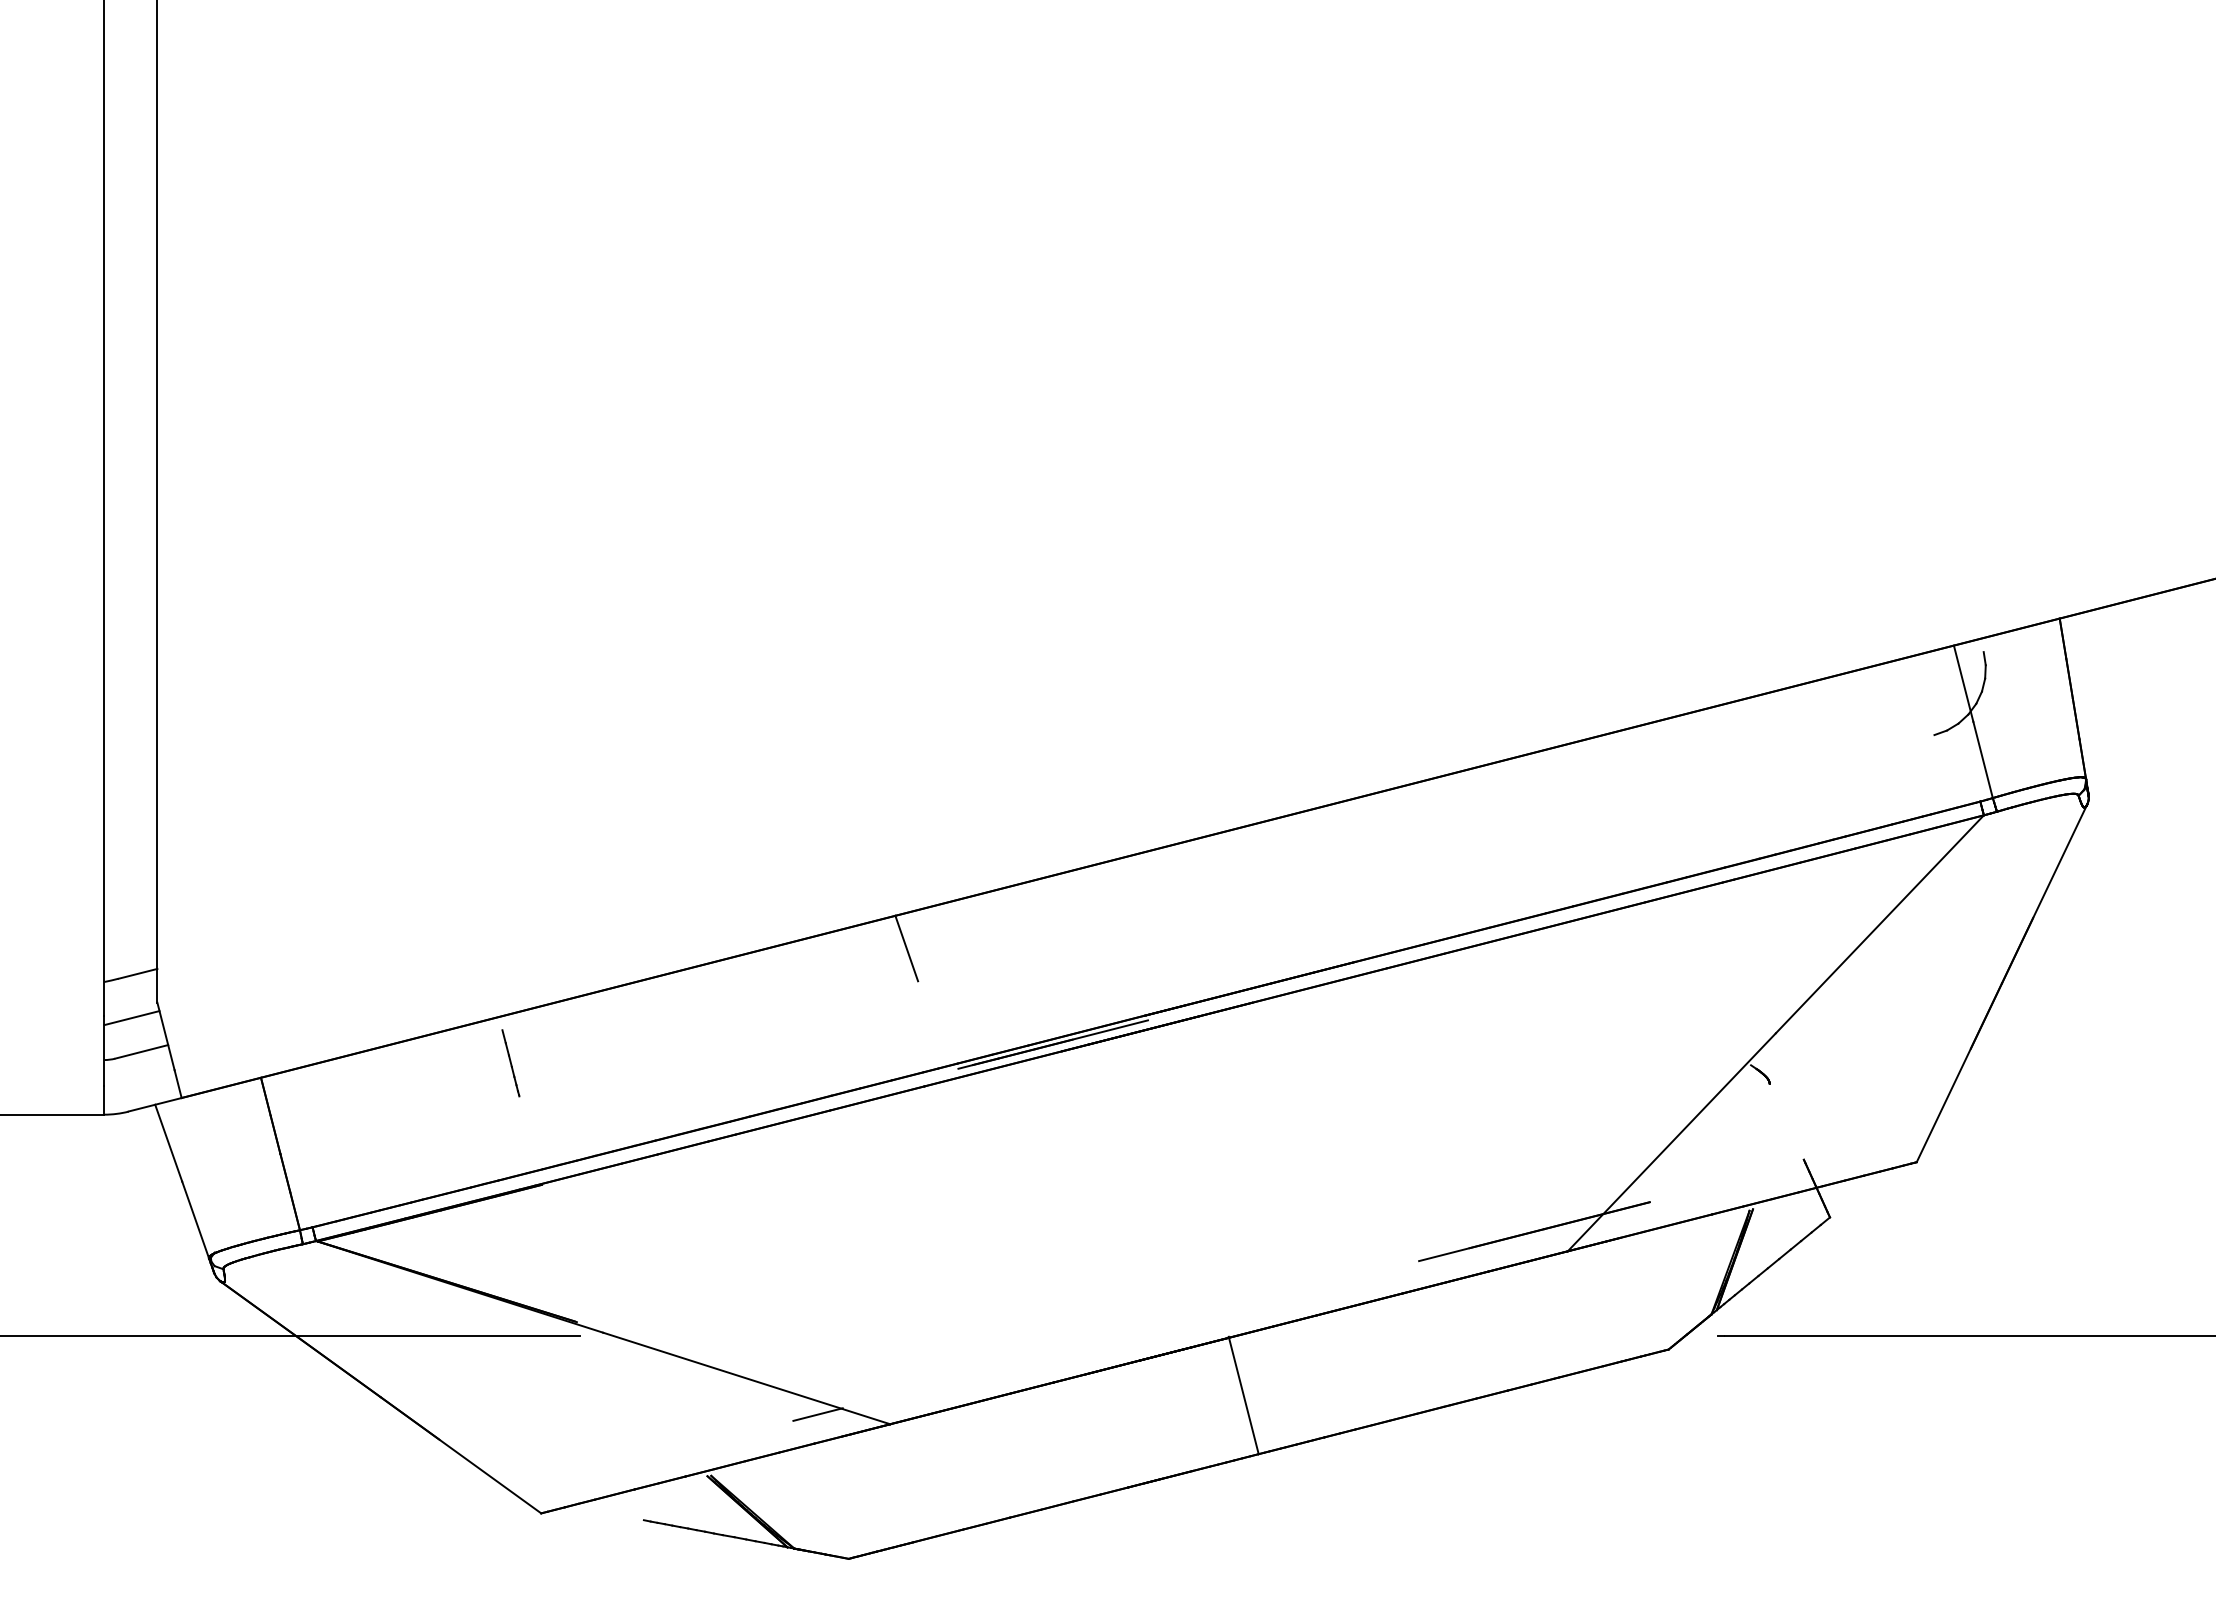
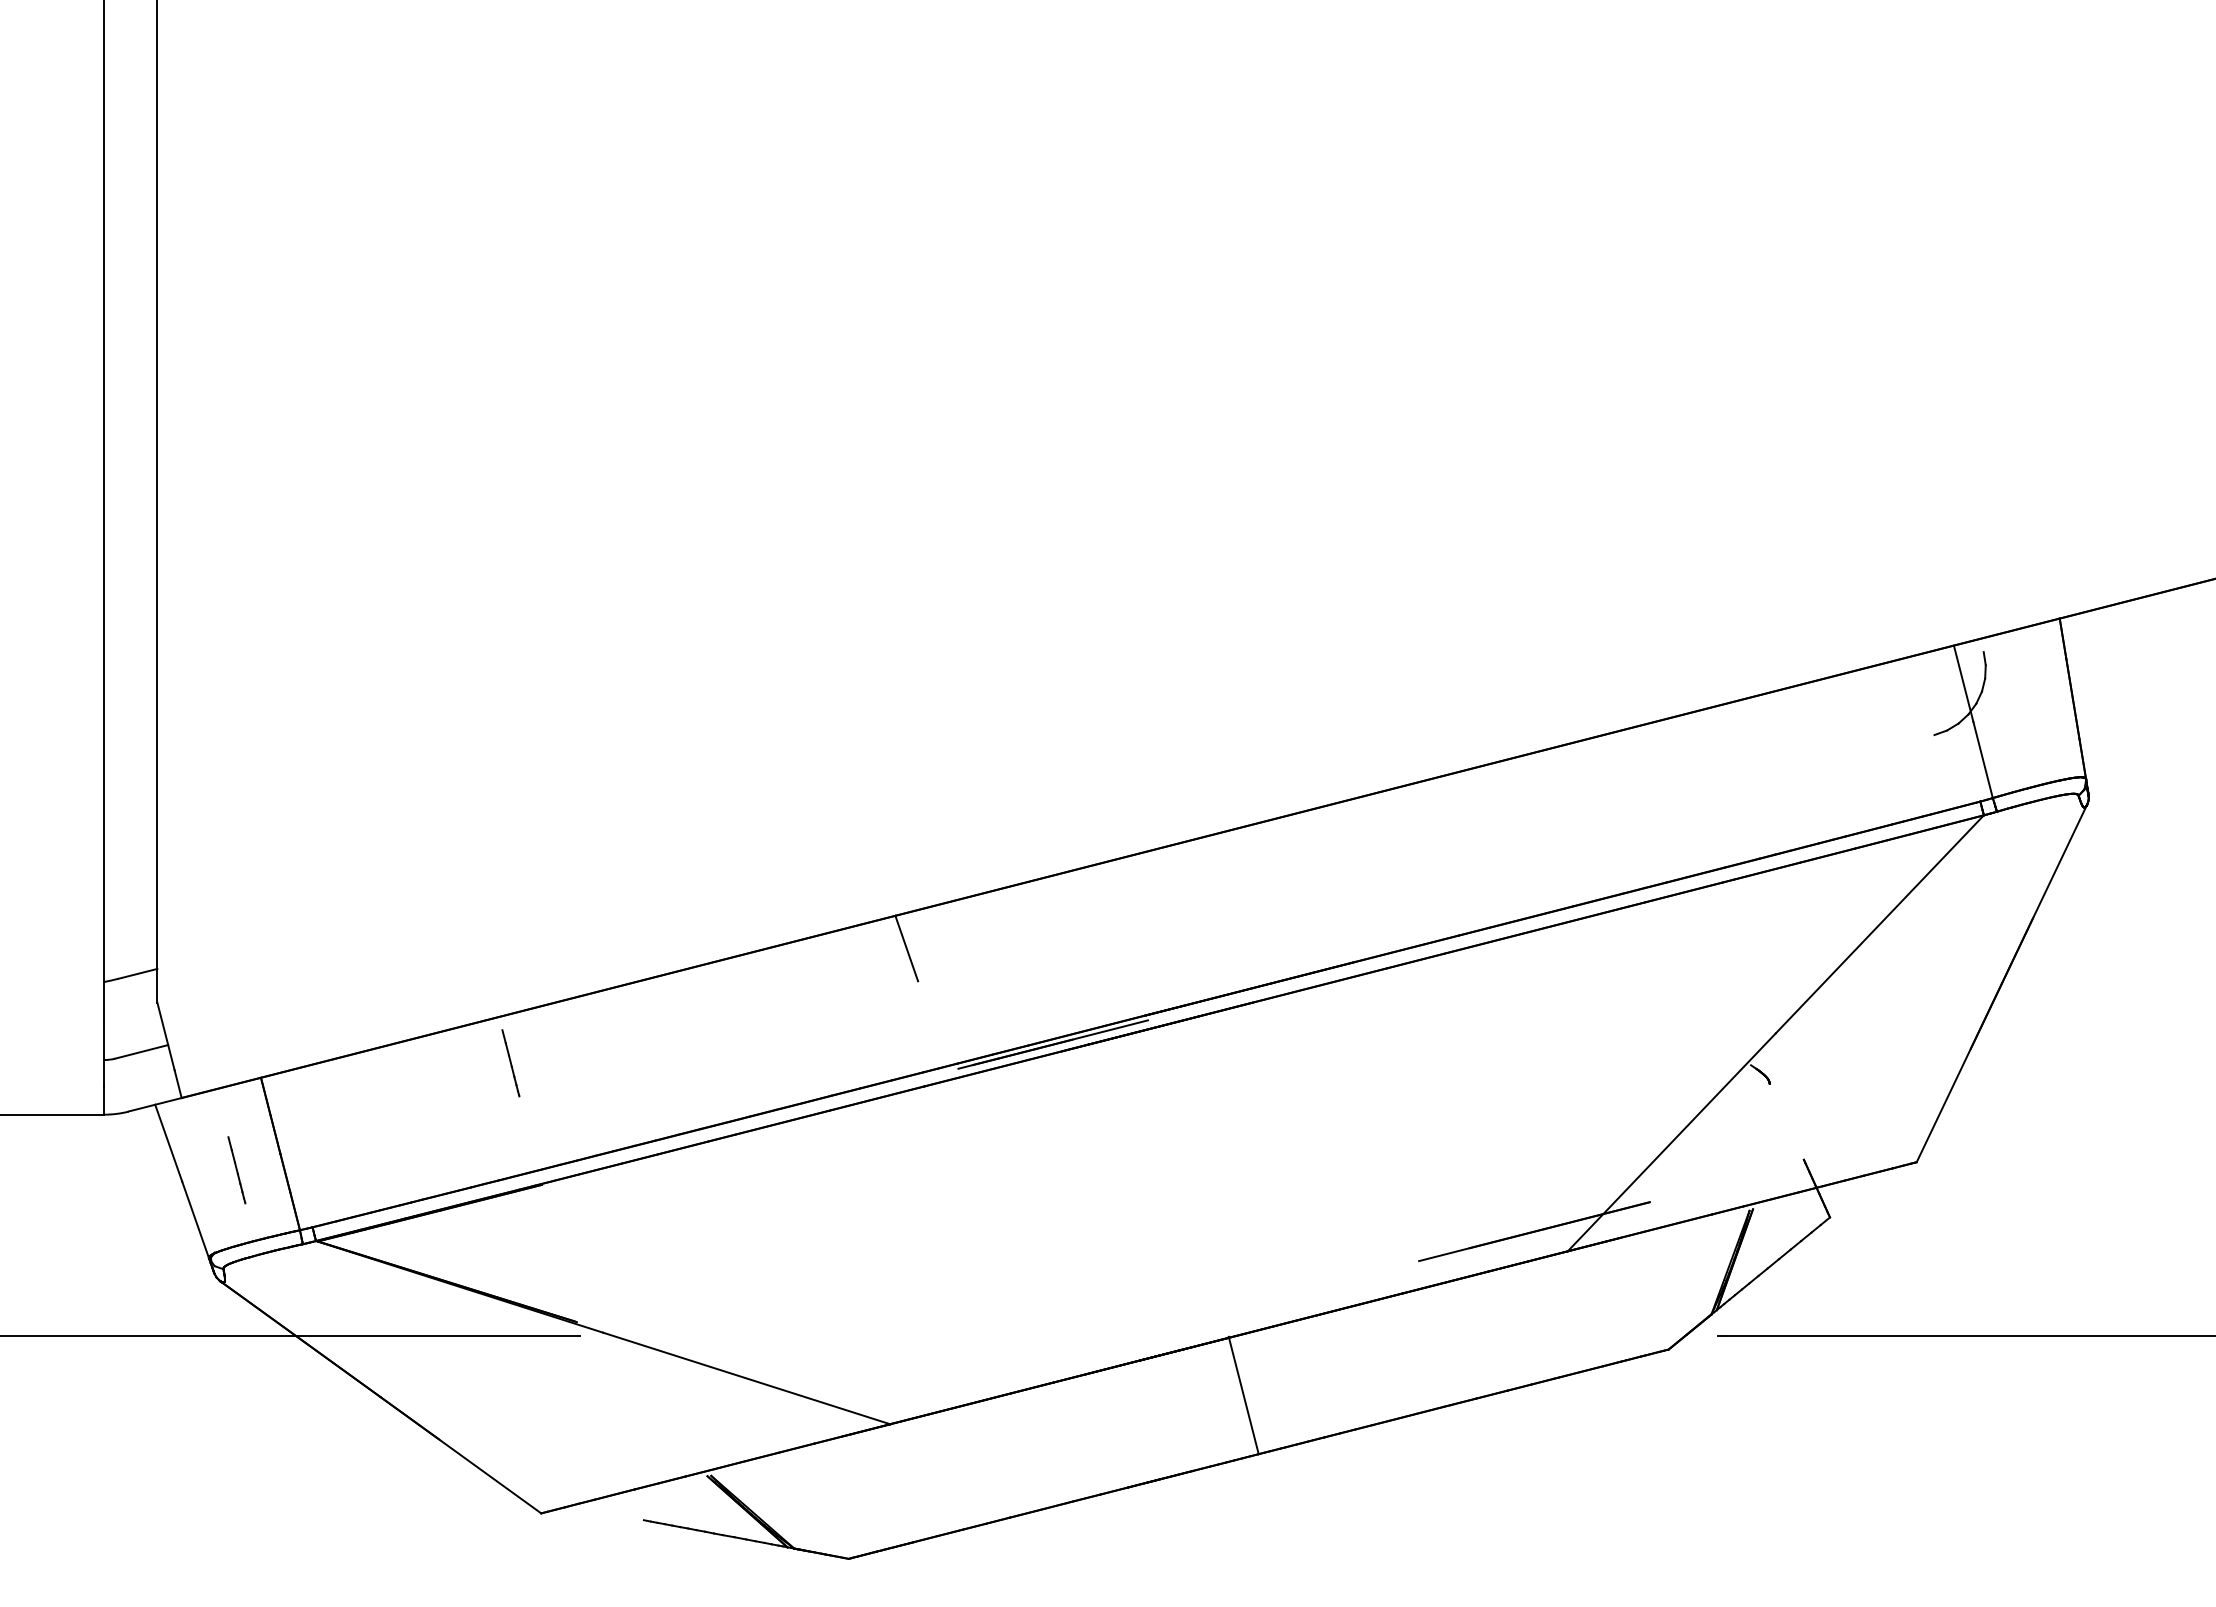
line at (131, 1018): present -> none
line at (236, 1170): none -> present
line at (817, 1414): present -> none
